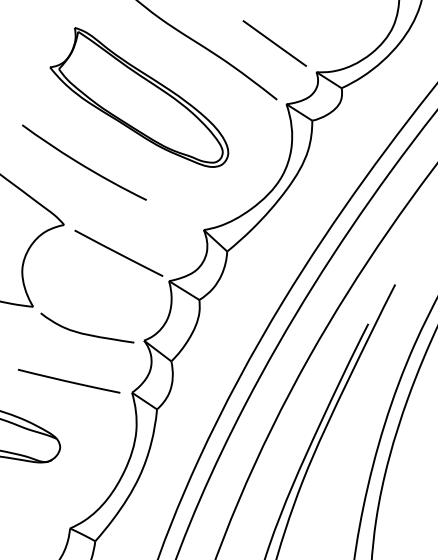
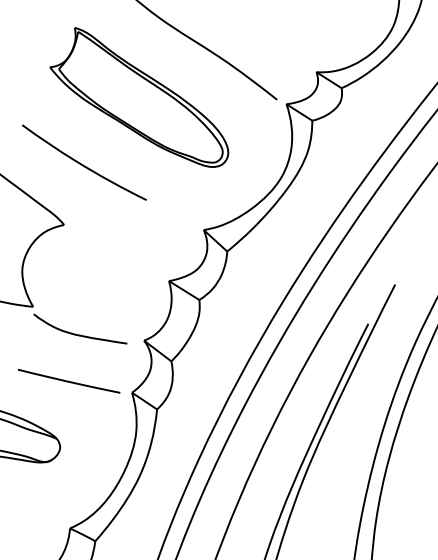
line at (274, 43): present -> none
line at (118, 252): present -> none
curve at (87, 333) position: (87, 333) -> (80, 334)
